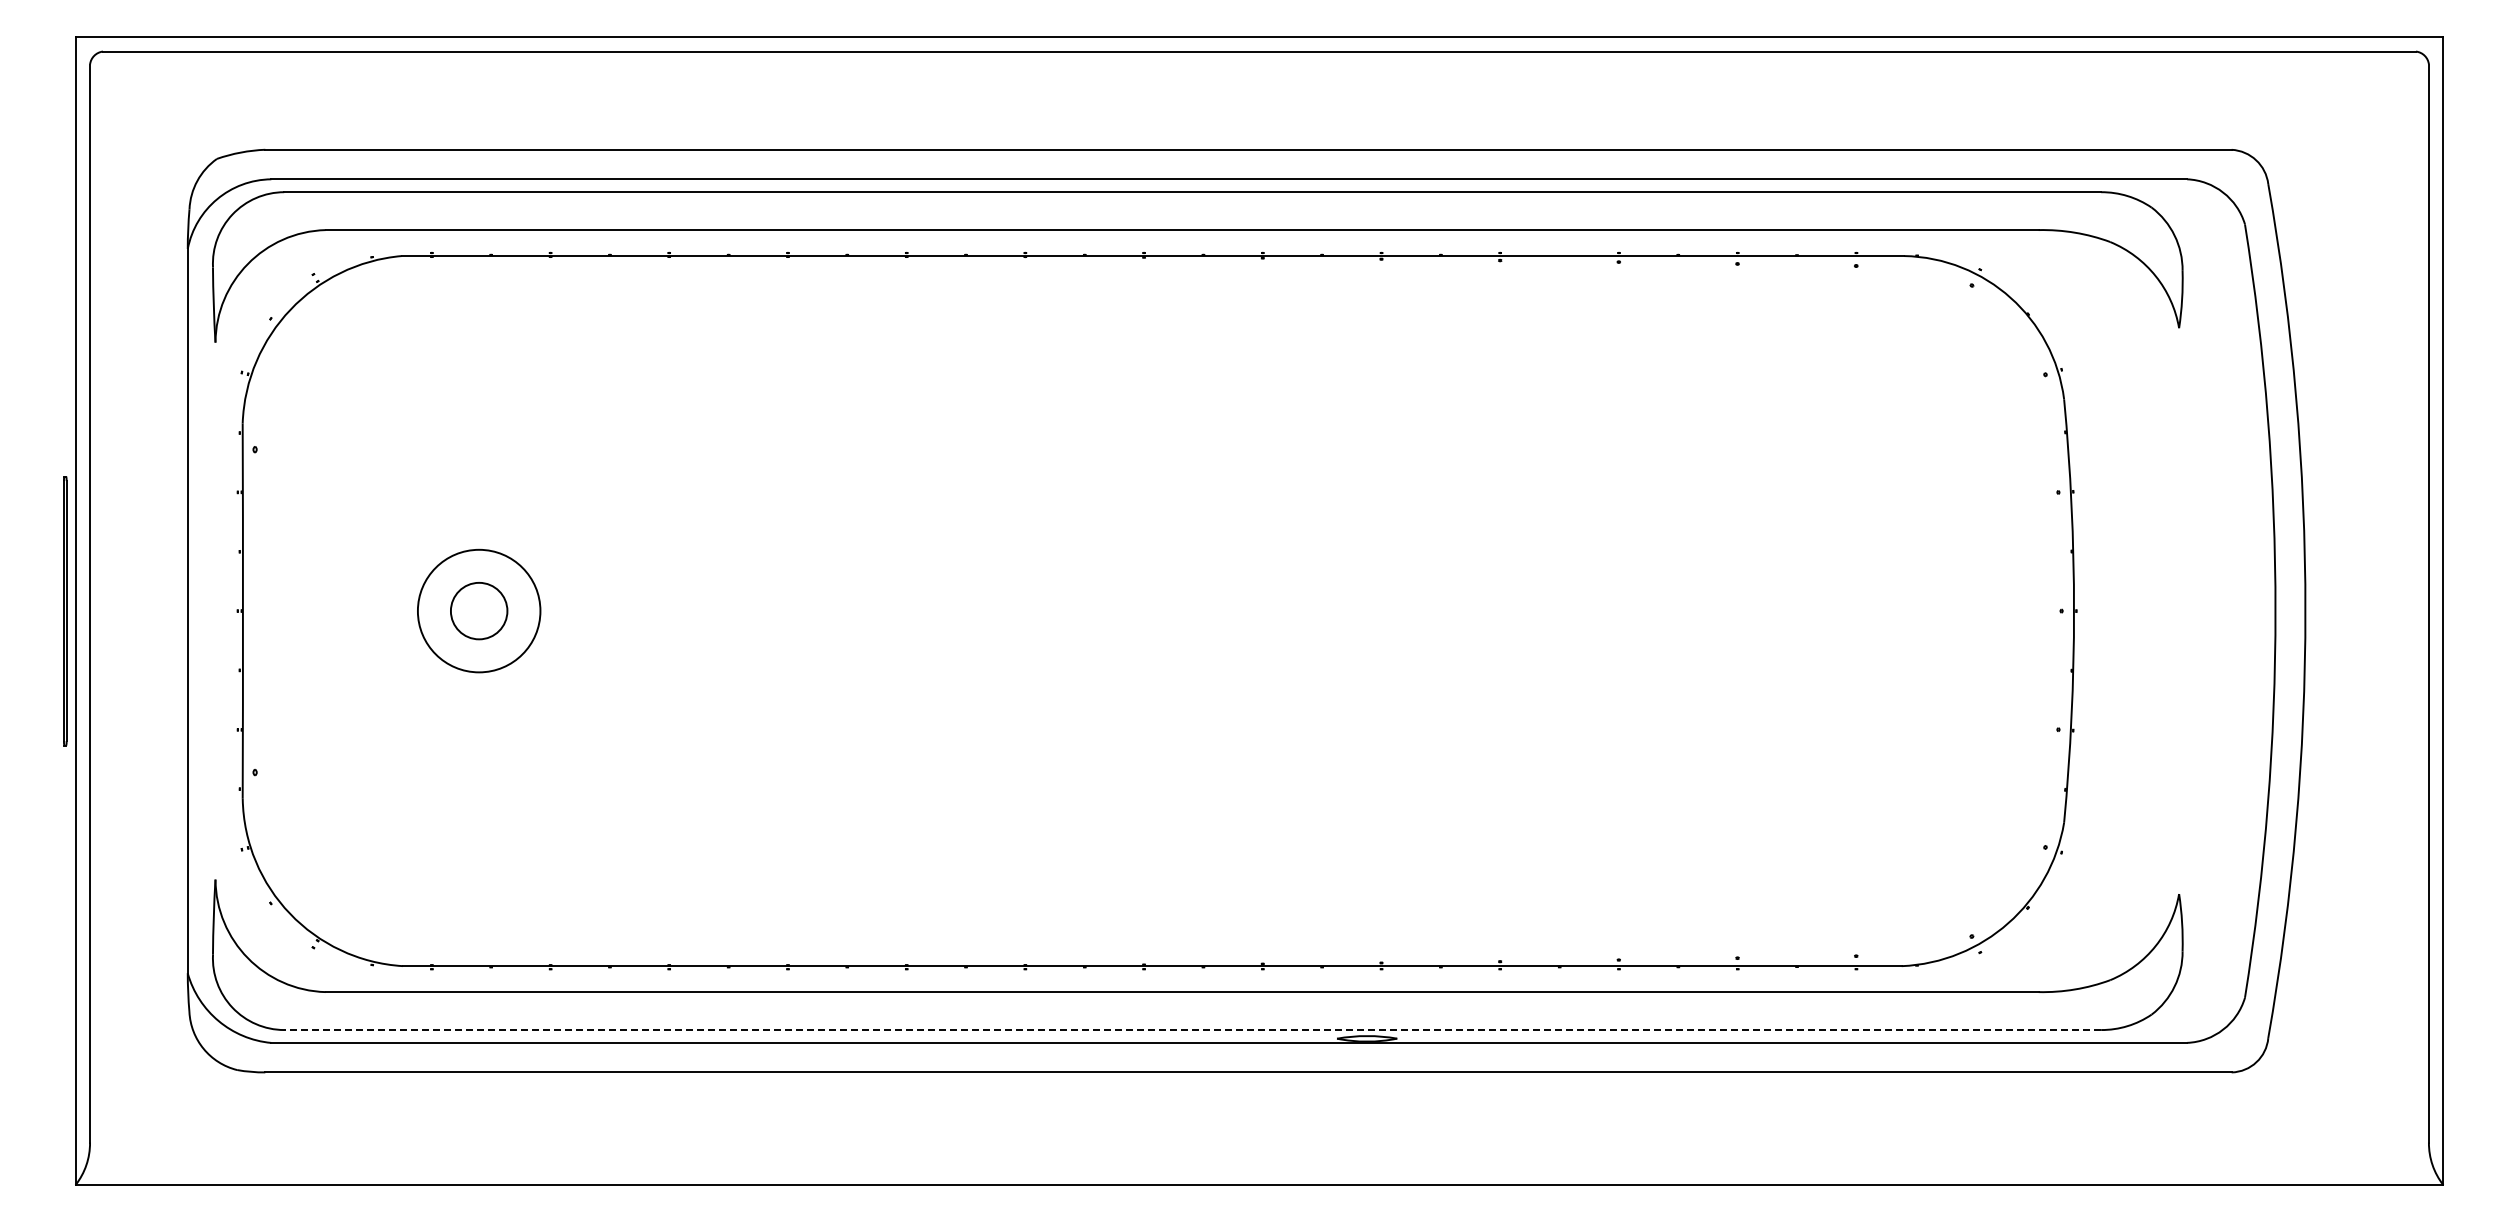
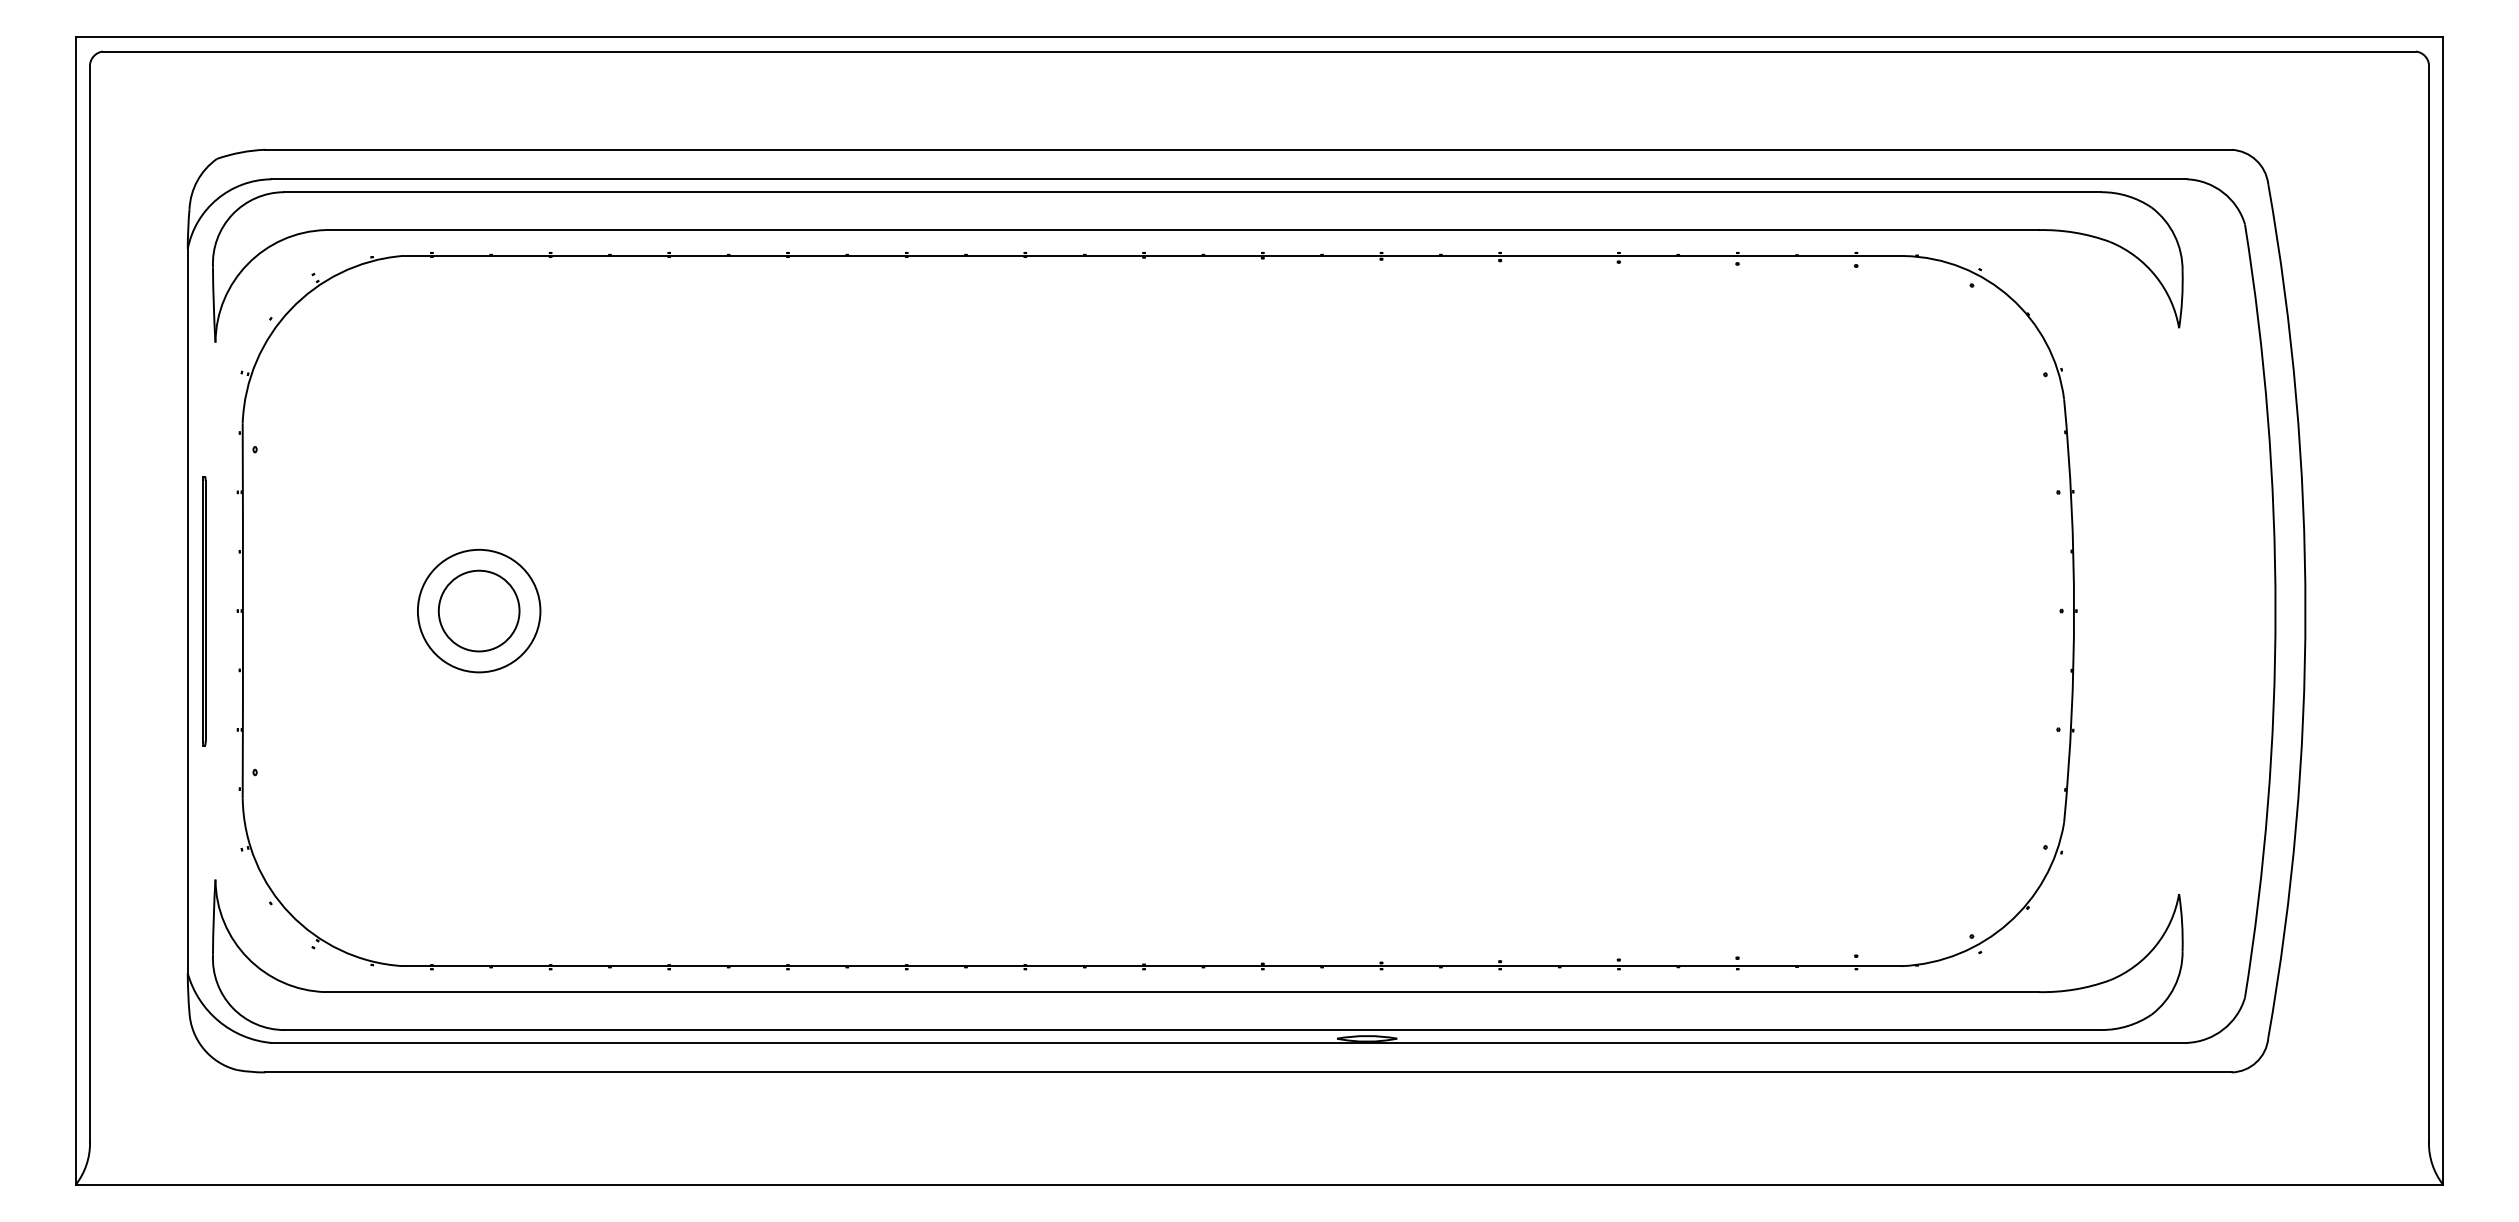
circle at (478, 610) diameter: 57 px -> 81 px
line at (64, 611) position: (64, 611) -> (203, 611)
line at (1192, 1030): dashed -> solid
